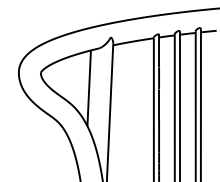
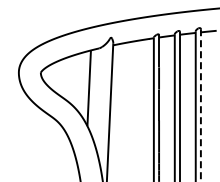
line at (200, 105): solid -> dashed
